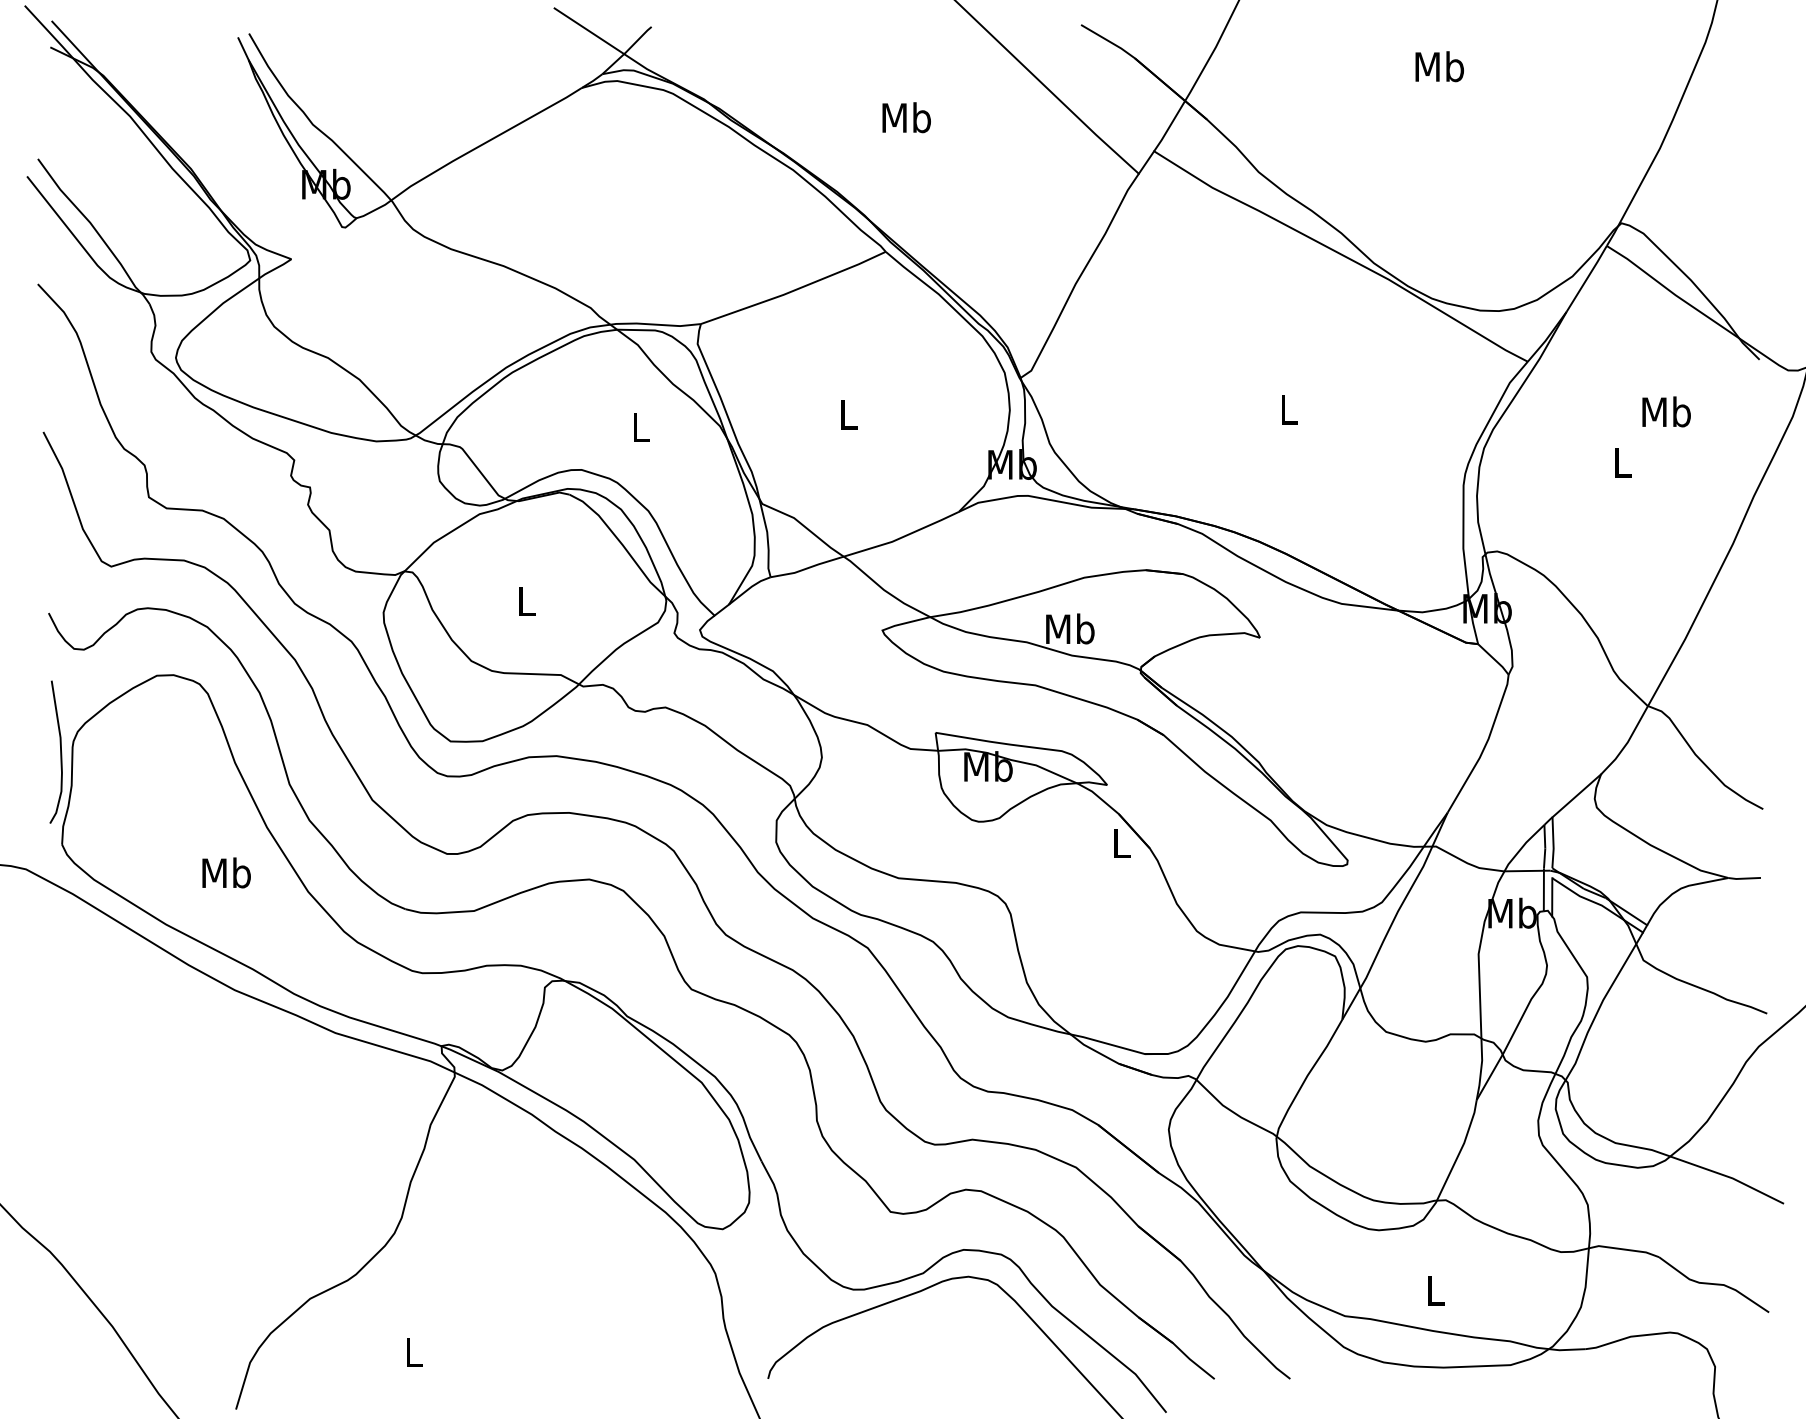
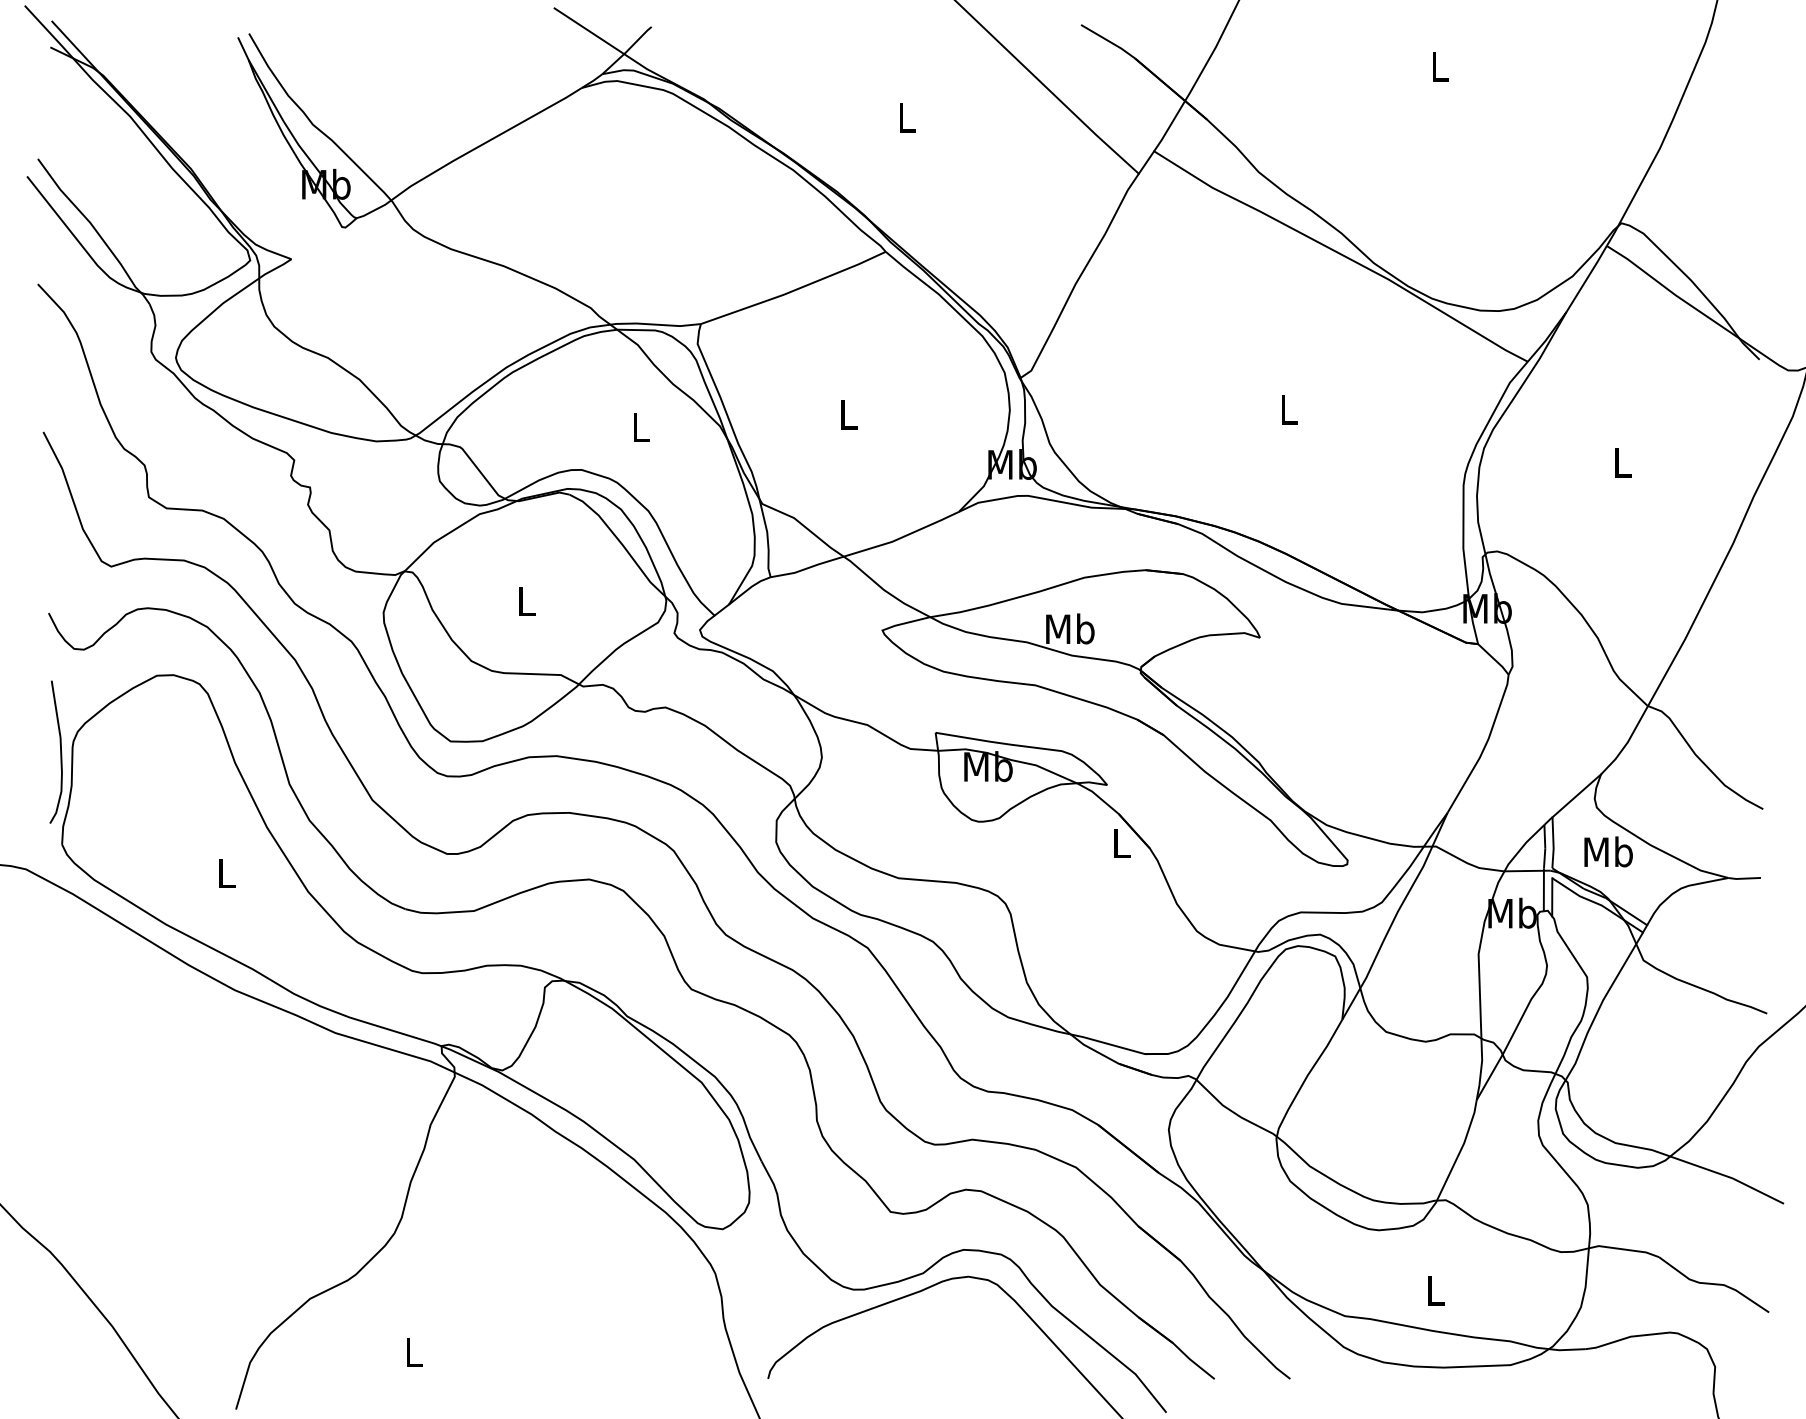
text at (1439, 66): Mb -> L
text at (906, 117): Mb -> L
text at (1666, 411) position: (1666, 411) -> (1608, 851)
text at (226, 872): Mb -> L
